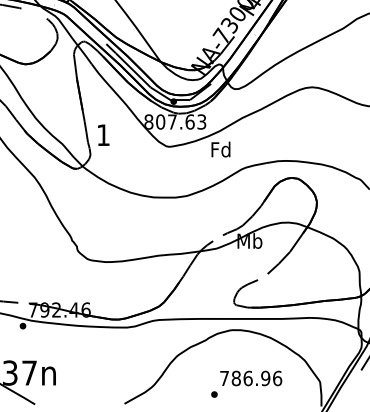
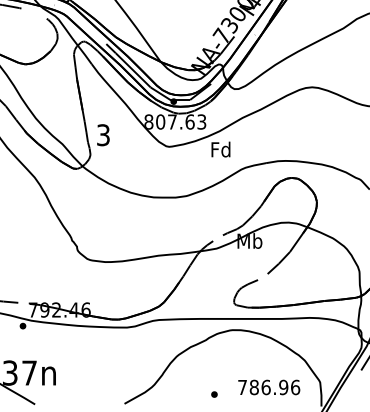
text at (103, 135): 1 -> 3
text at (251, 378) position: (251, 378) -> (269, 387)
